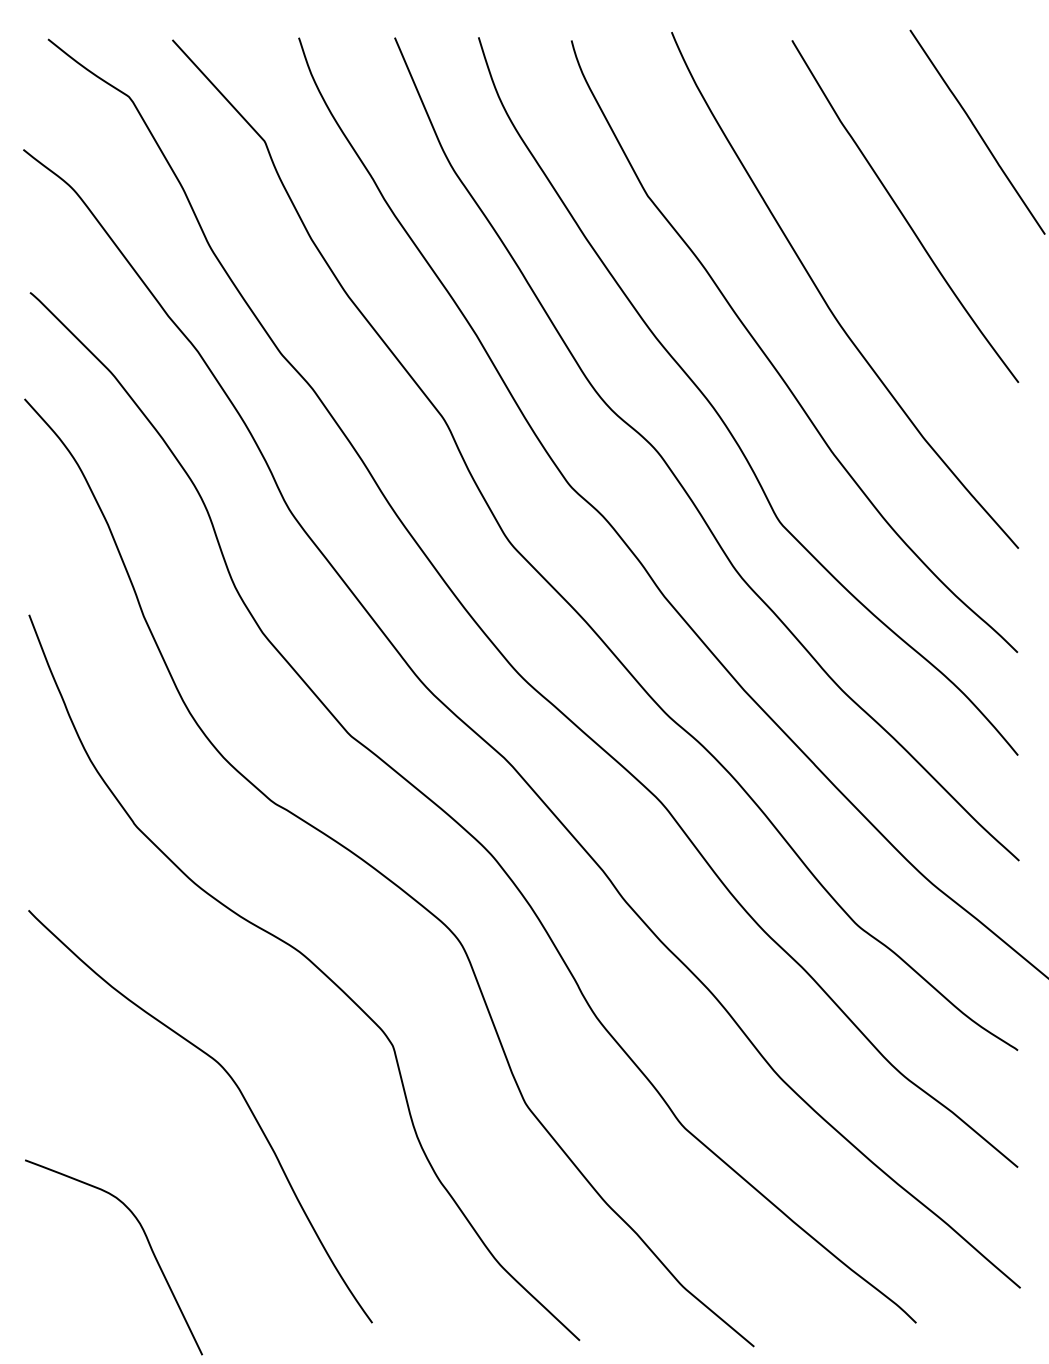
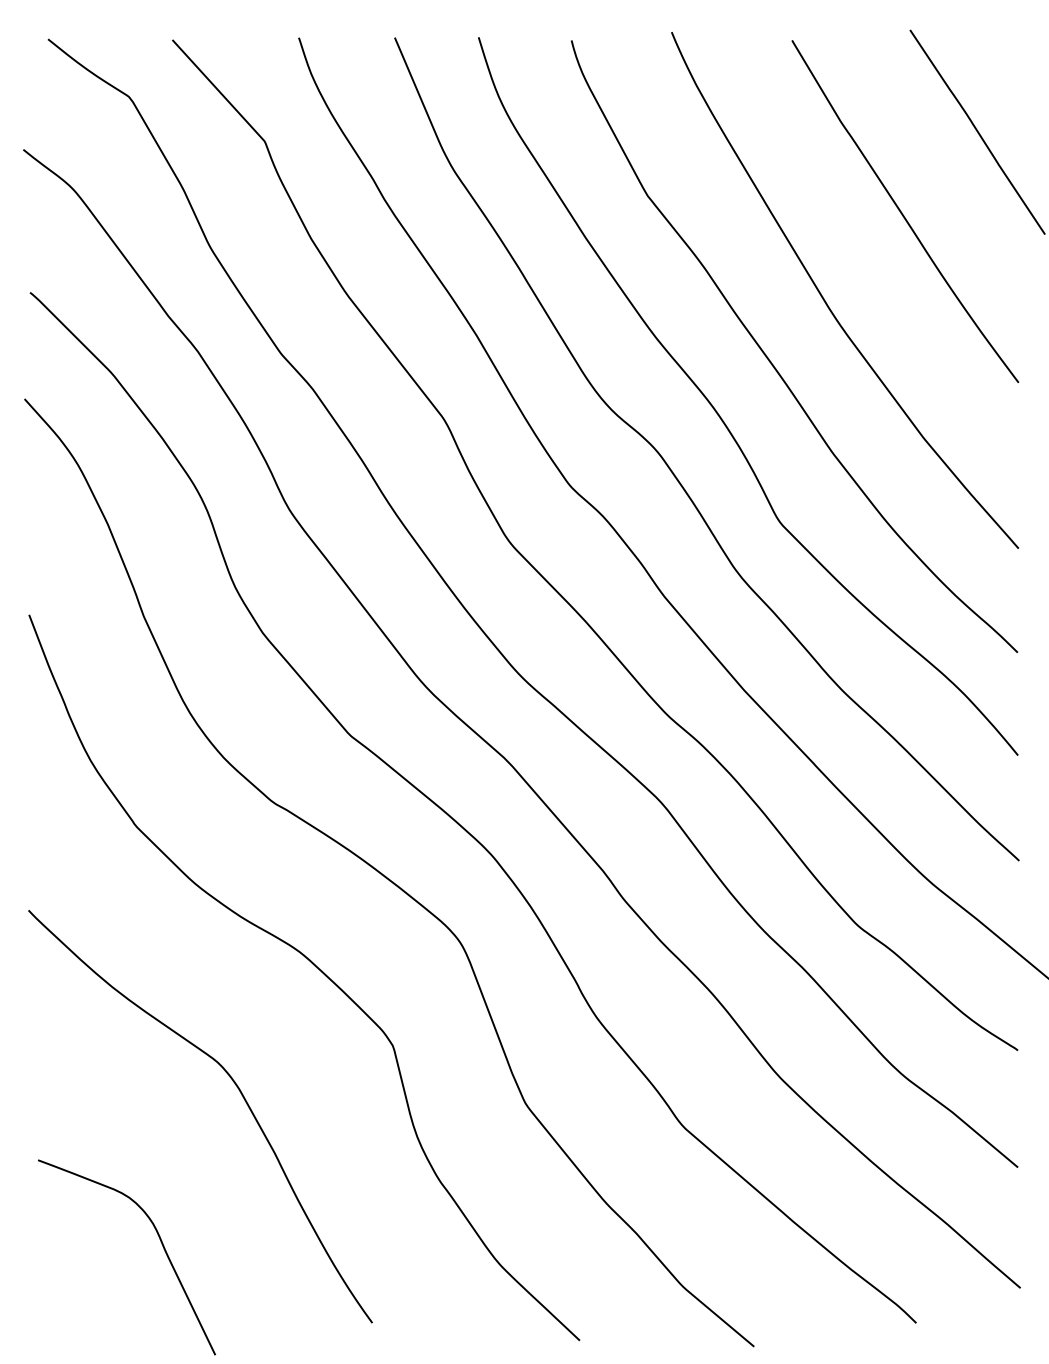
curve at (147, 1242) position: (147, 1242) -> (160, 1242)
